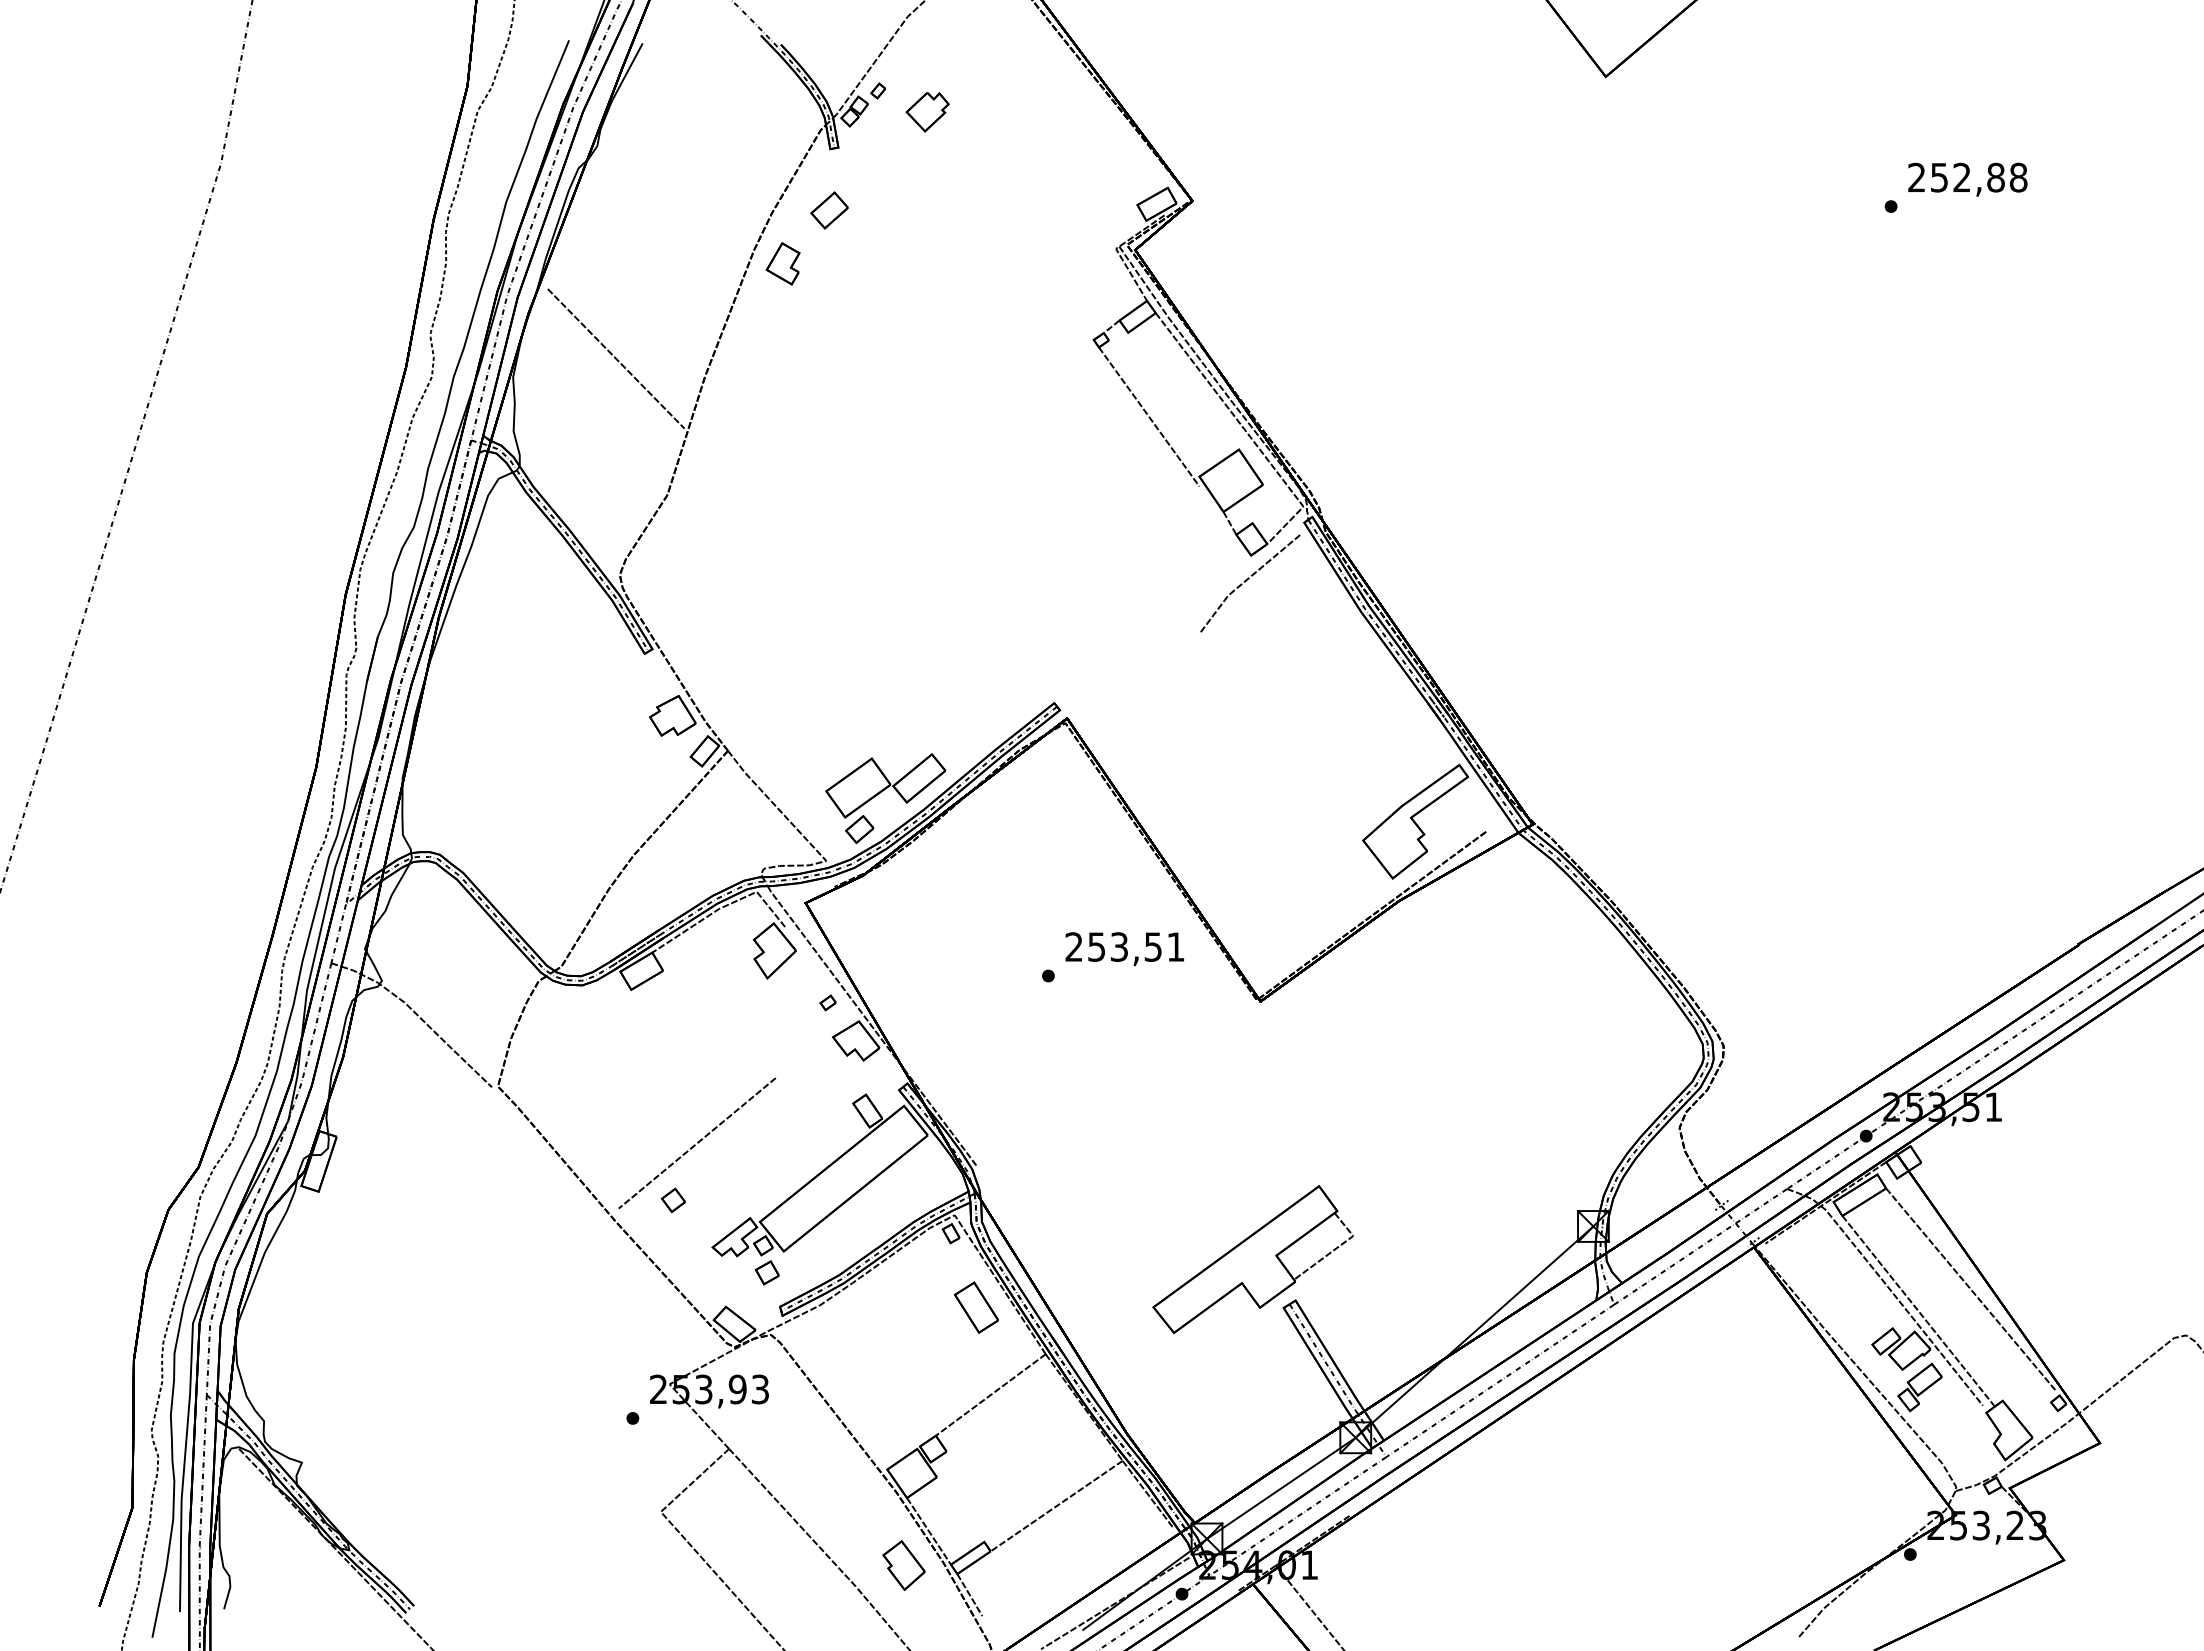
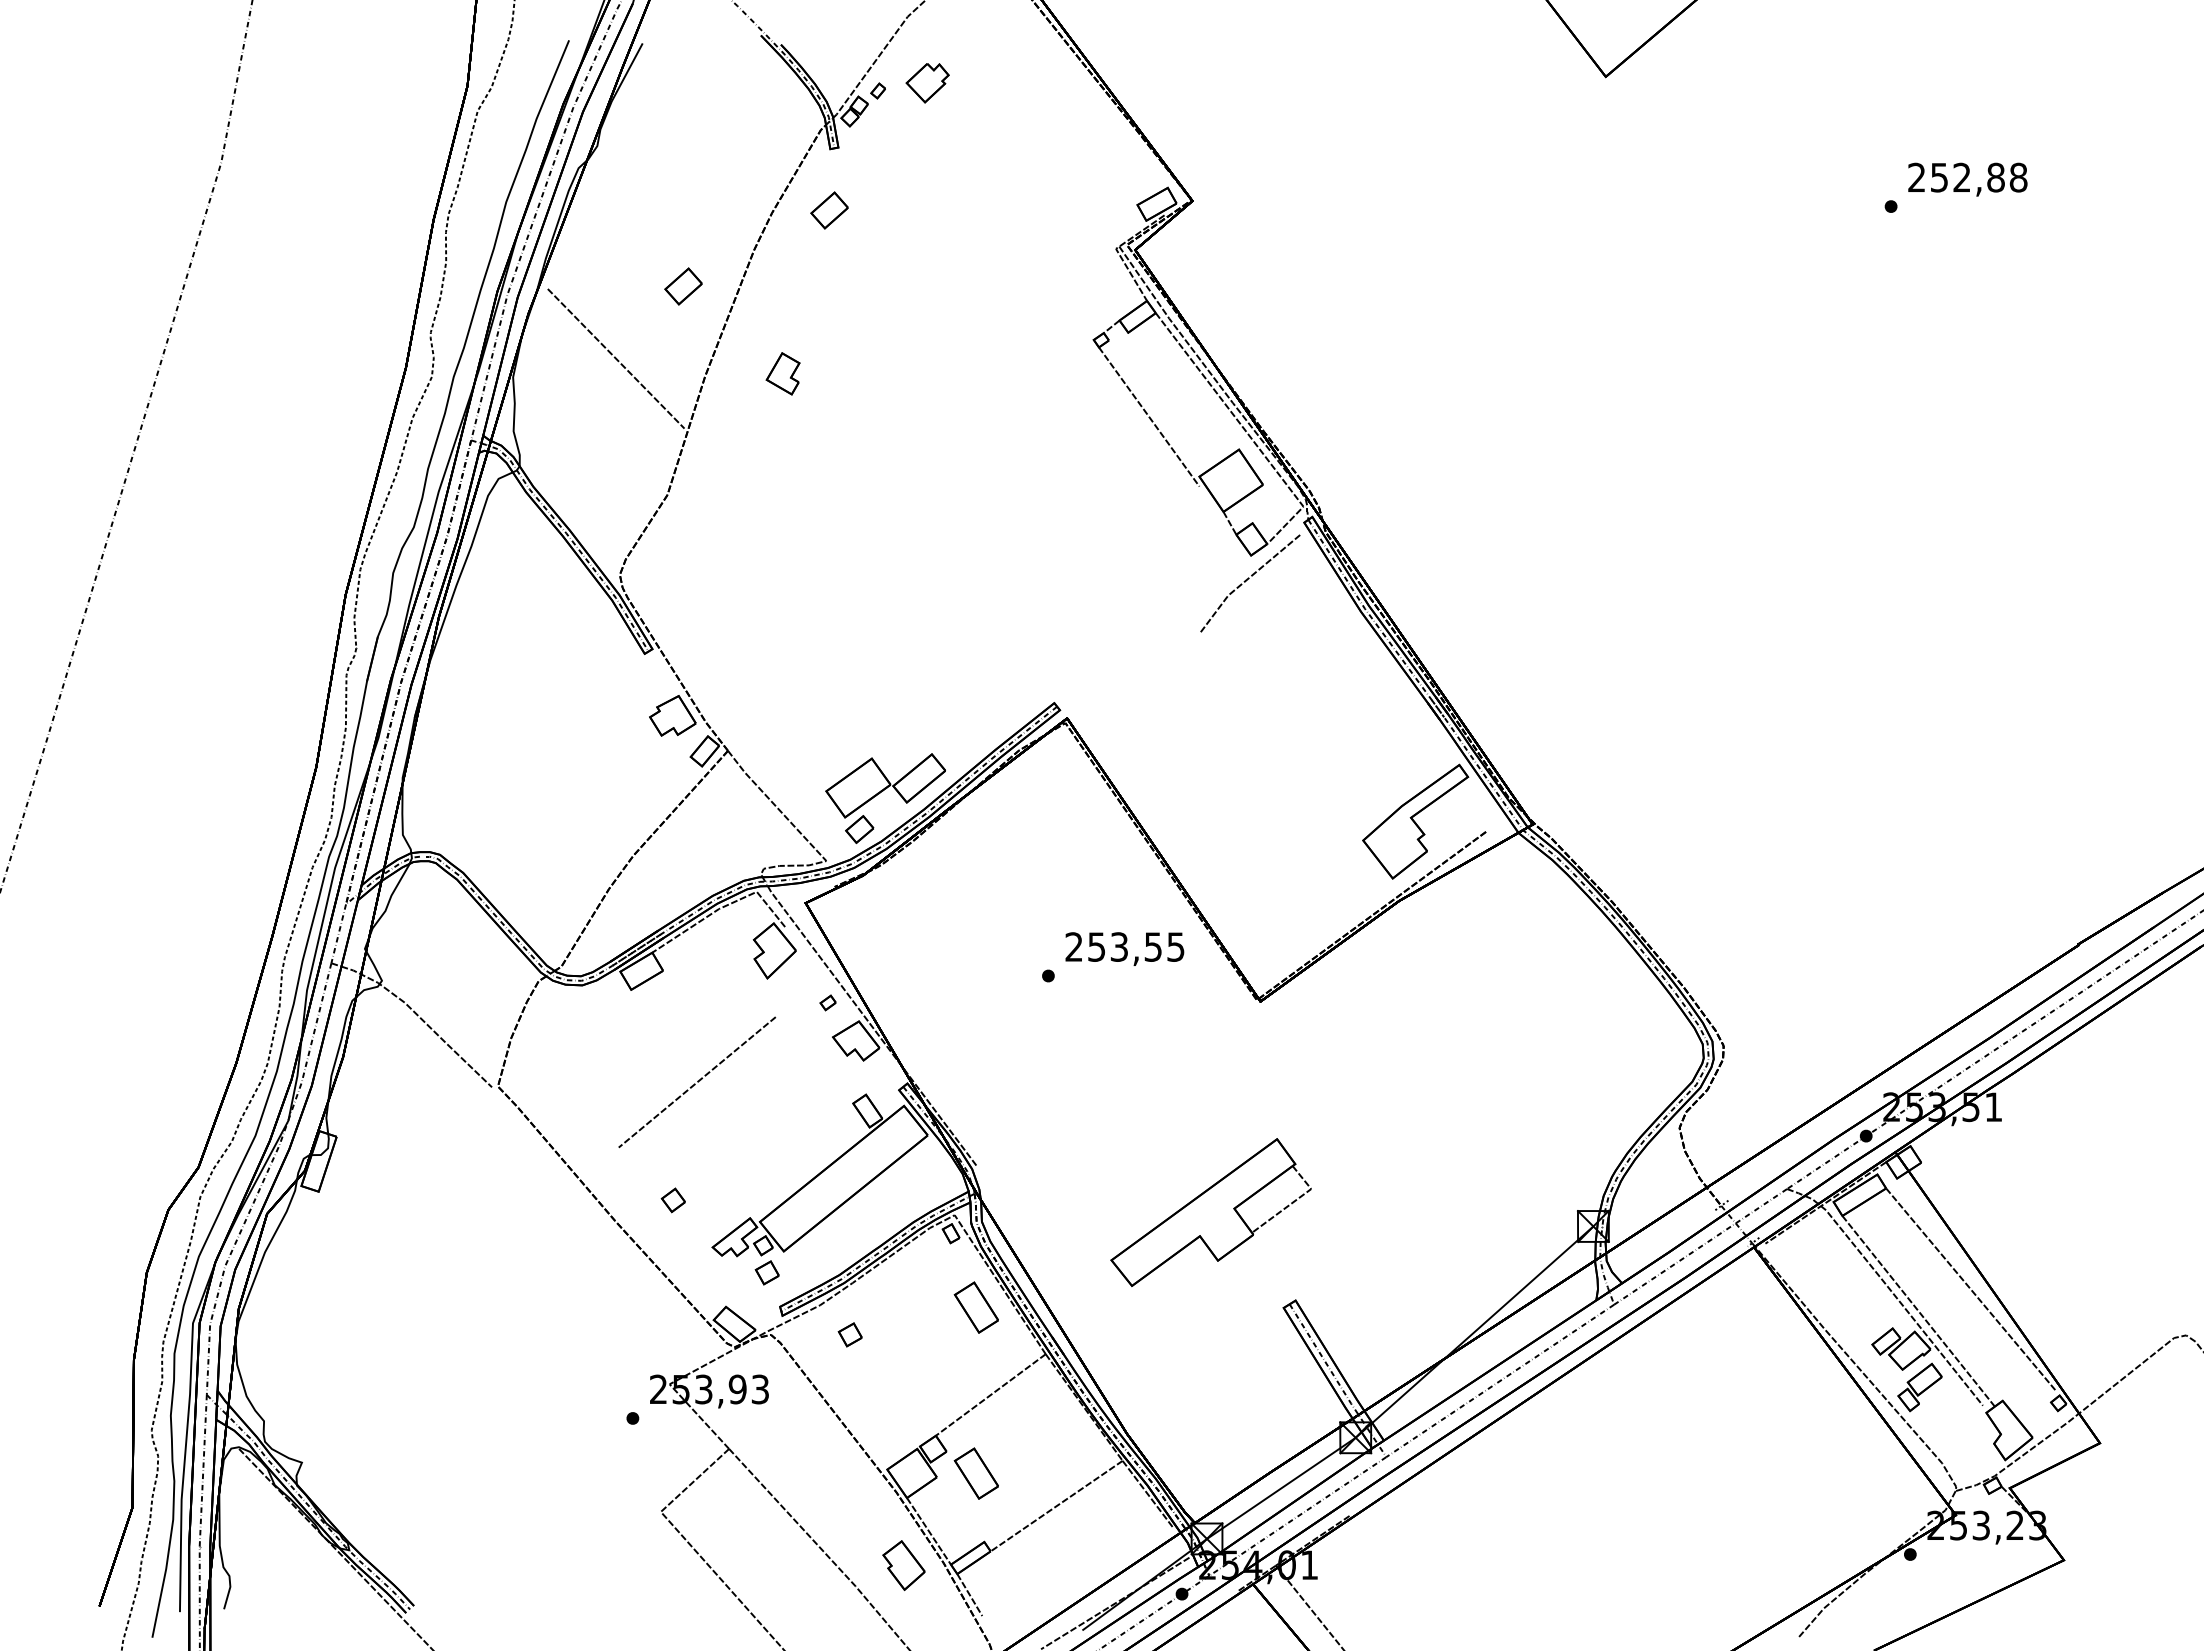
part at (927, 112) position: (927, 112) -> (927, 83)
part at (782, 263) position: (782, 263) -> (782, 373)
part at (683, 286): none -> present
text at (1175, 946): 253,51 -> 253,55
line at (697, 1143) position: (697, 1143) -> (697, 1082)
part at (1252, 1259) position: (1252, 1259) -> (1210, 1212)
part at (849, 1334): none -> present
part at (975, 1473): none -> present
